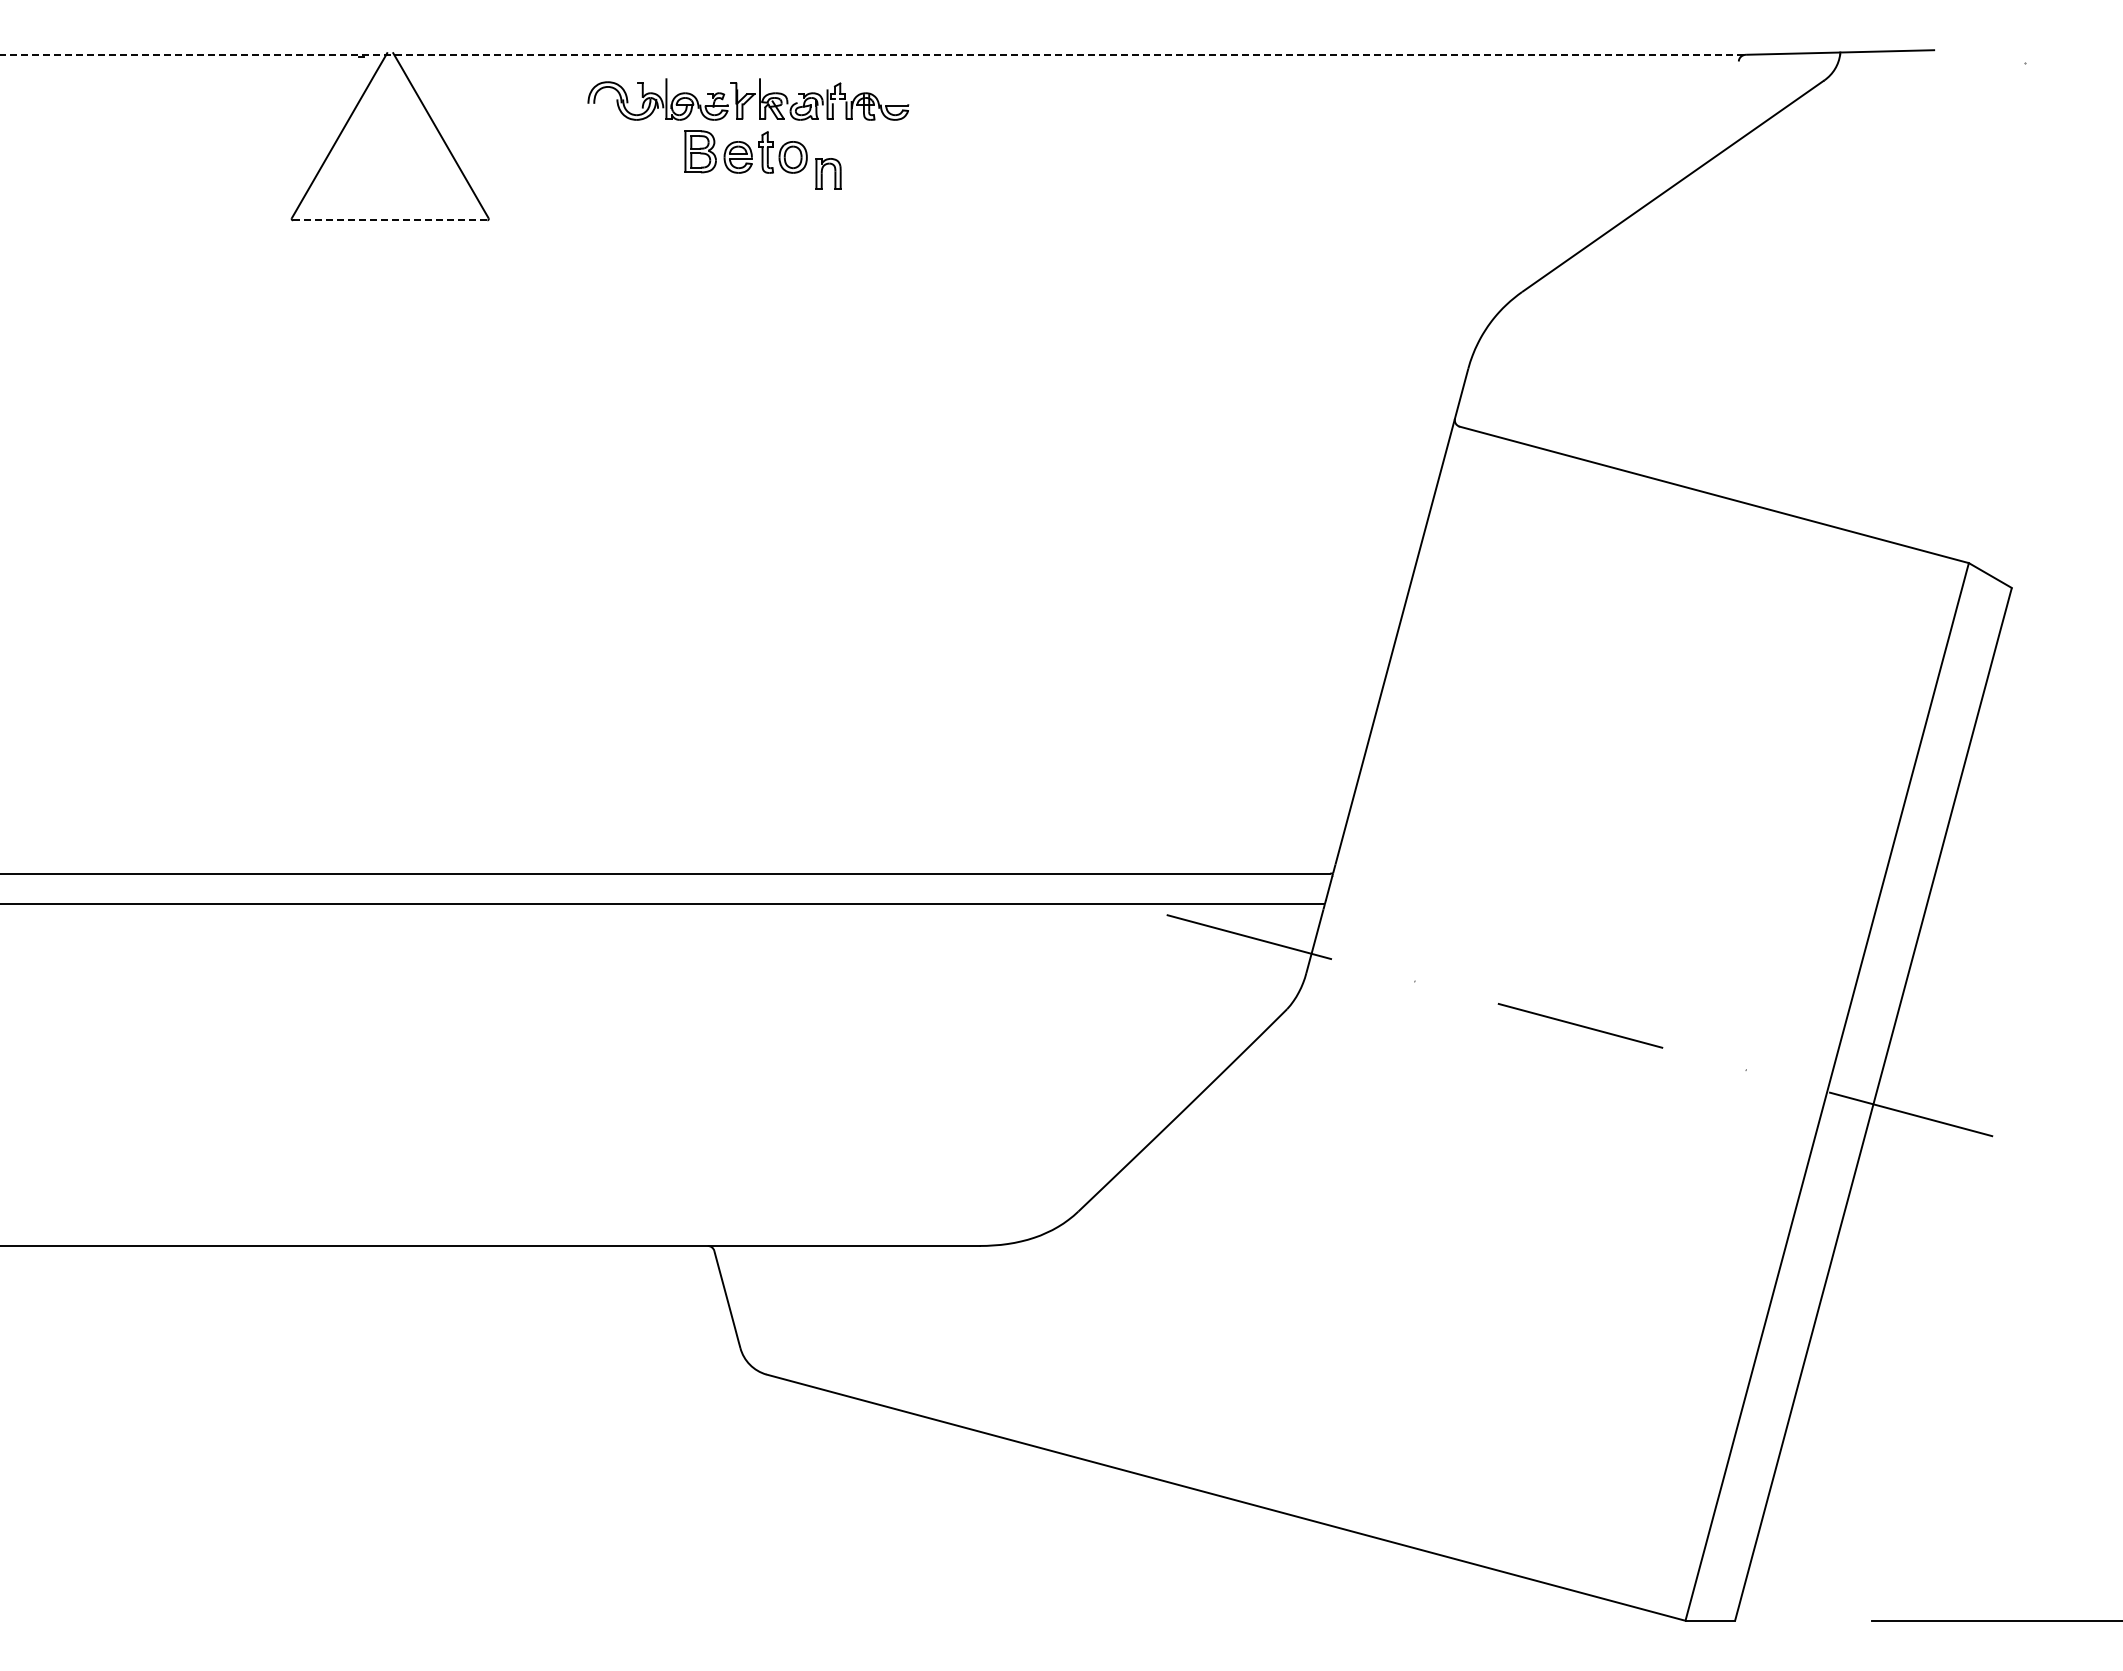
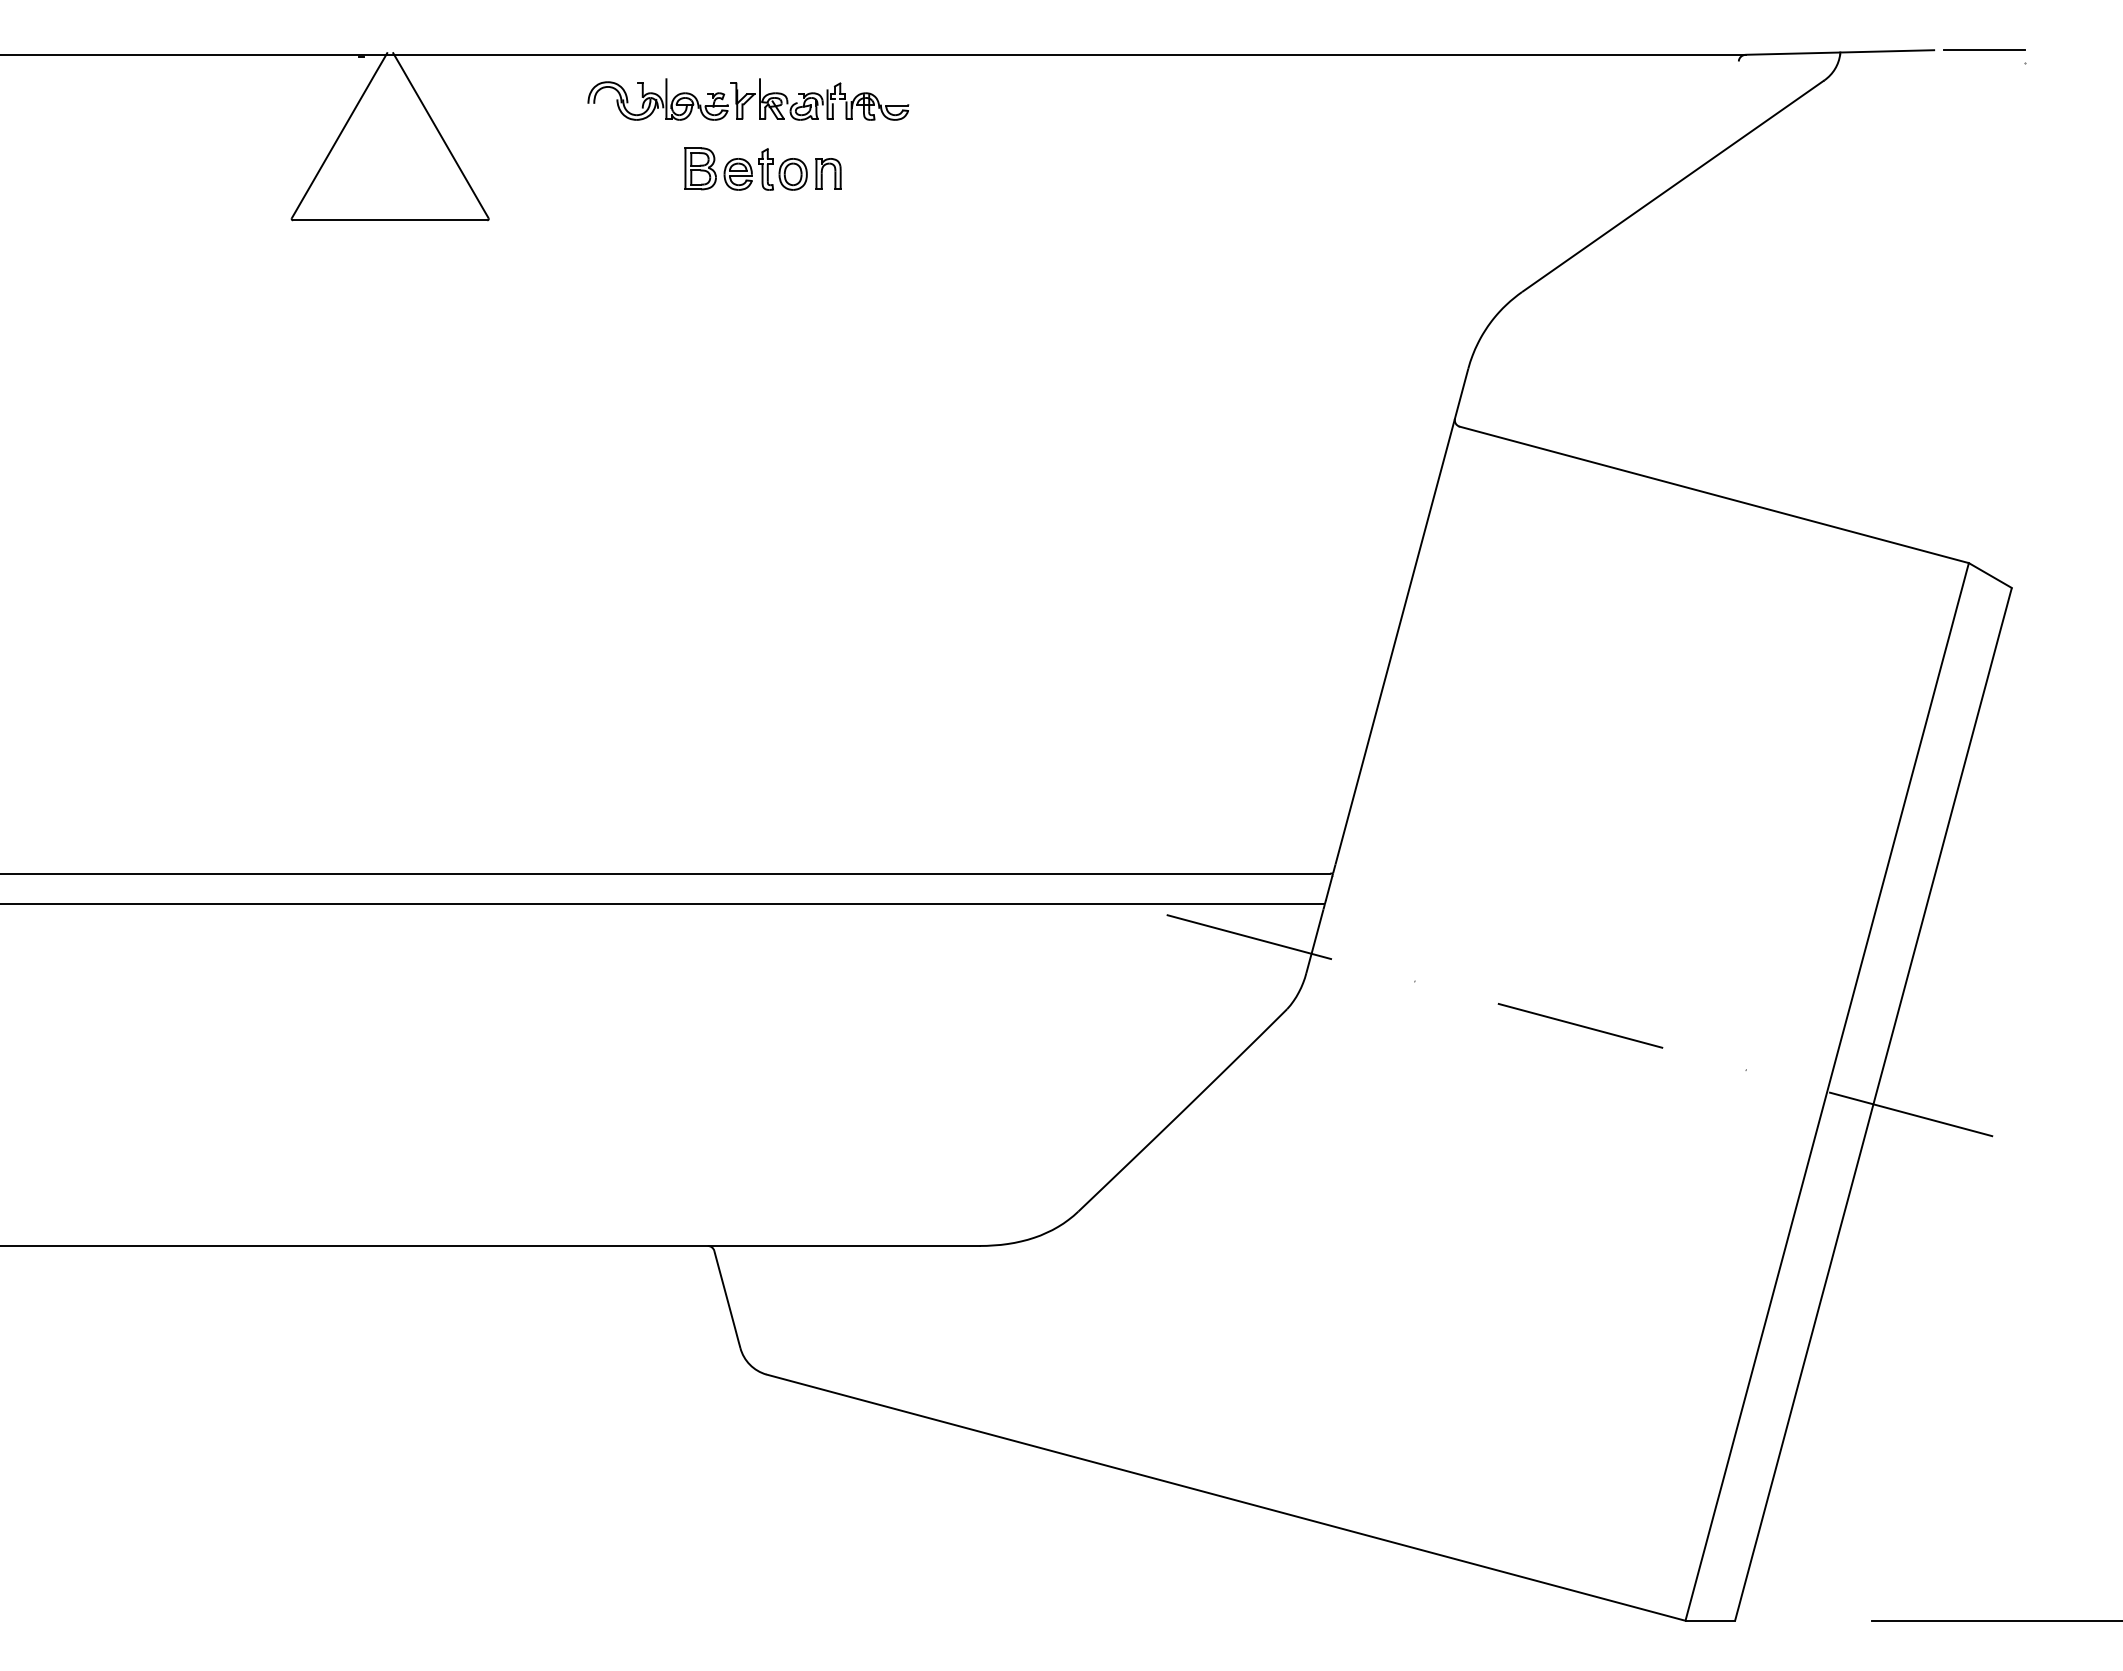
line at (1984, 50): none -> present
line at (873, 54): dashed -> solid
part at (745, 151) position: (745, 151) -> (745, 168)
line at (390, 220): dashed -> solid
